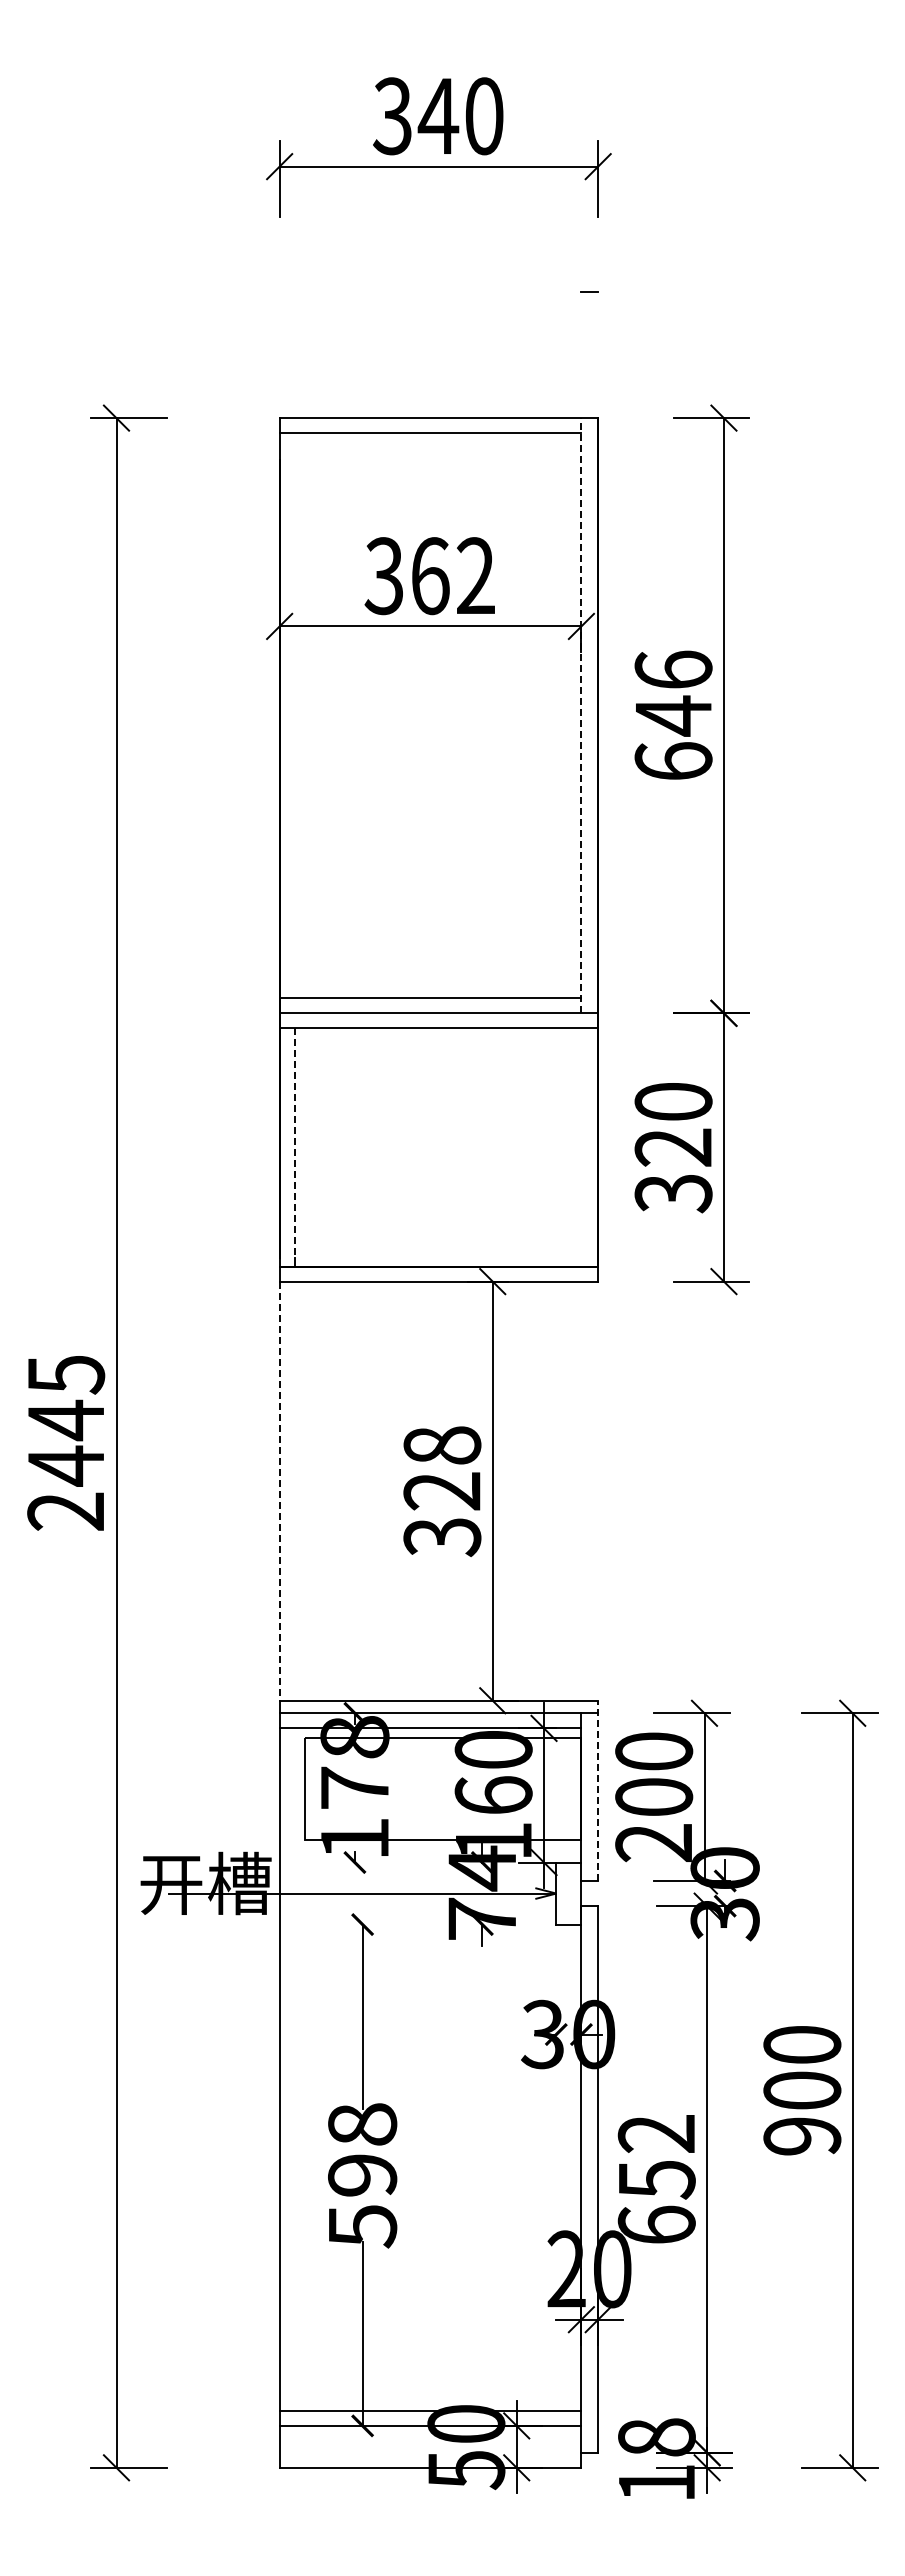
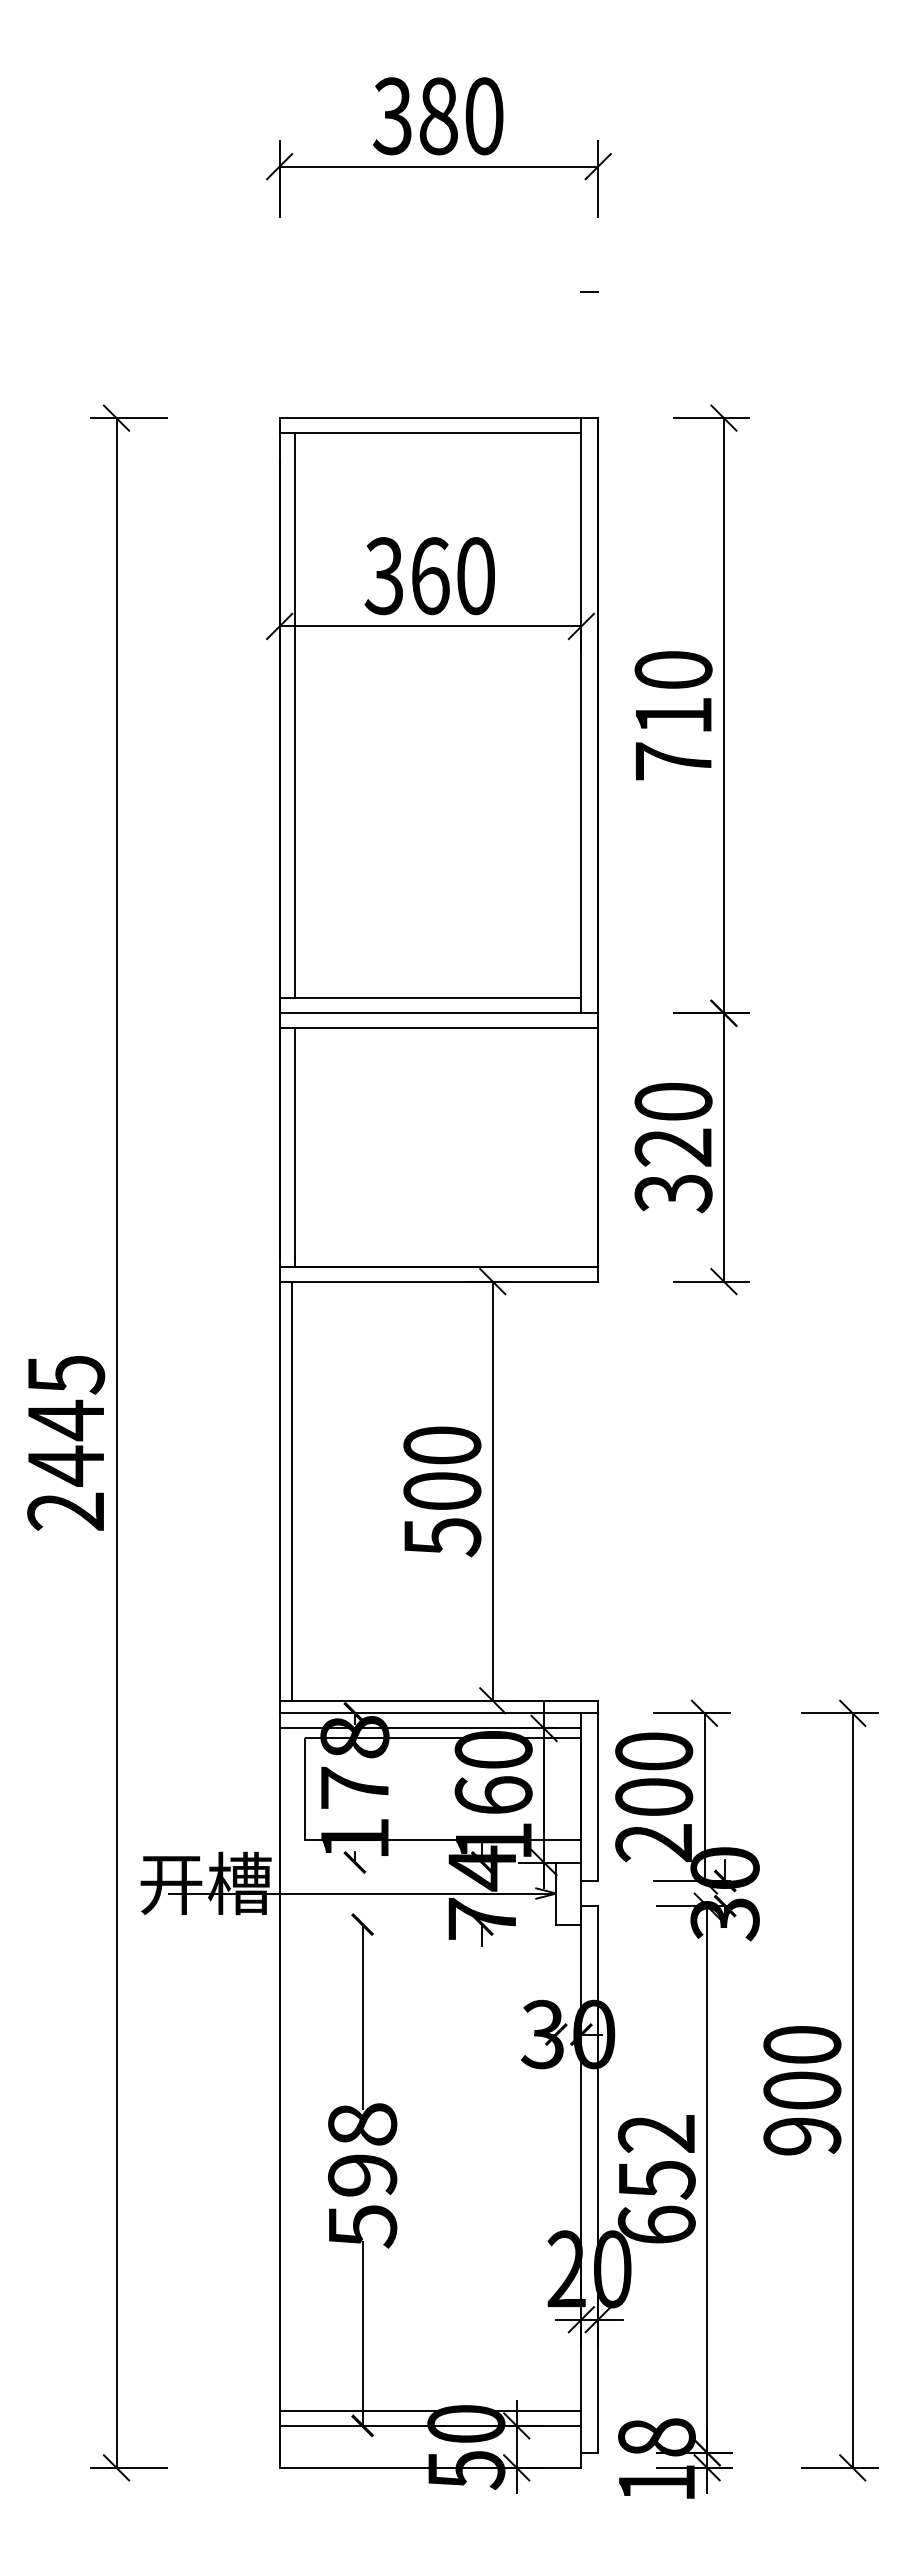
text at (438, 116): 340 -> 380
text at (475, 576): 362 -> 360
line at (294, 715): none -> present
line at (581, 715): dashed -> solid
text at (673, 715): 646 -> 710
line at (294, 1143): dashed -> solid
line at (292, 1490): none -> present
line at (279, 1491): dashed -> solid
text at (442, 1491): 328 -> 500
line at (598, 1790): dashed -> solid
